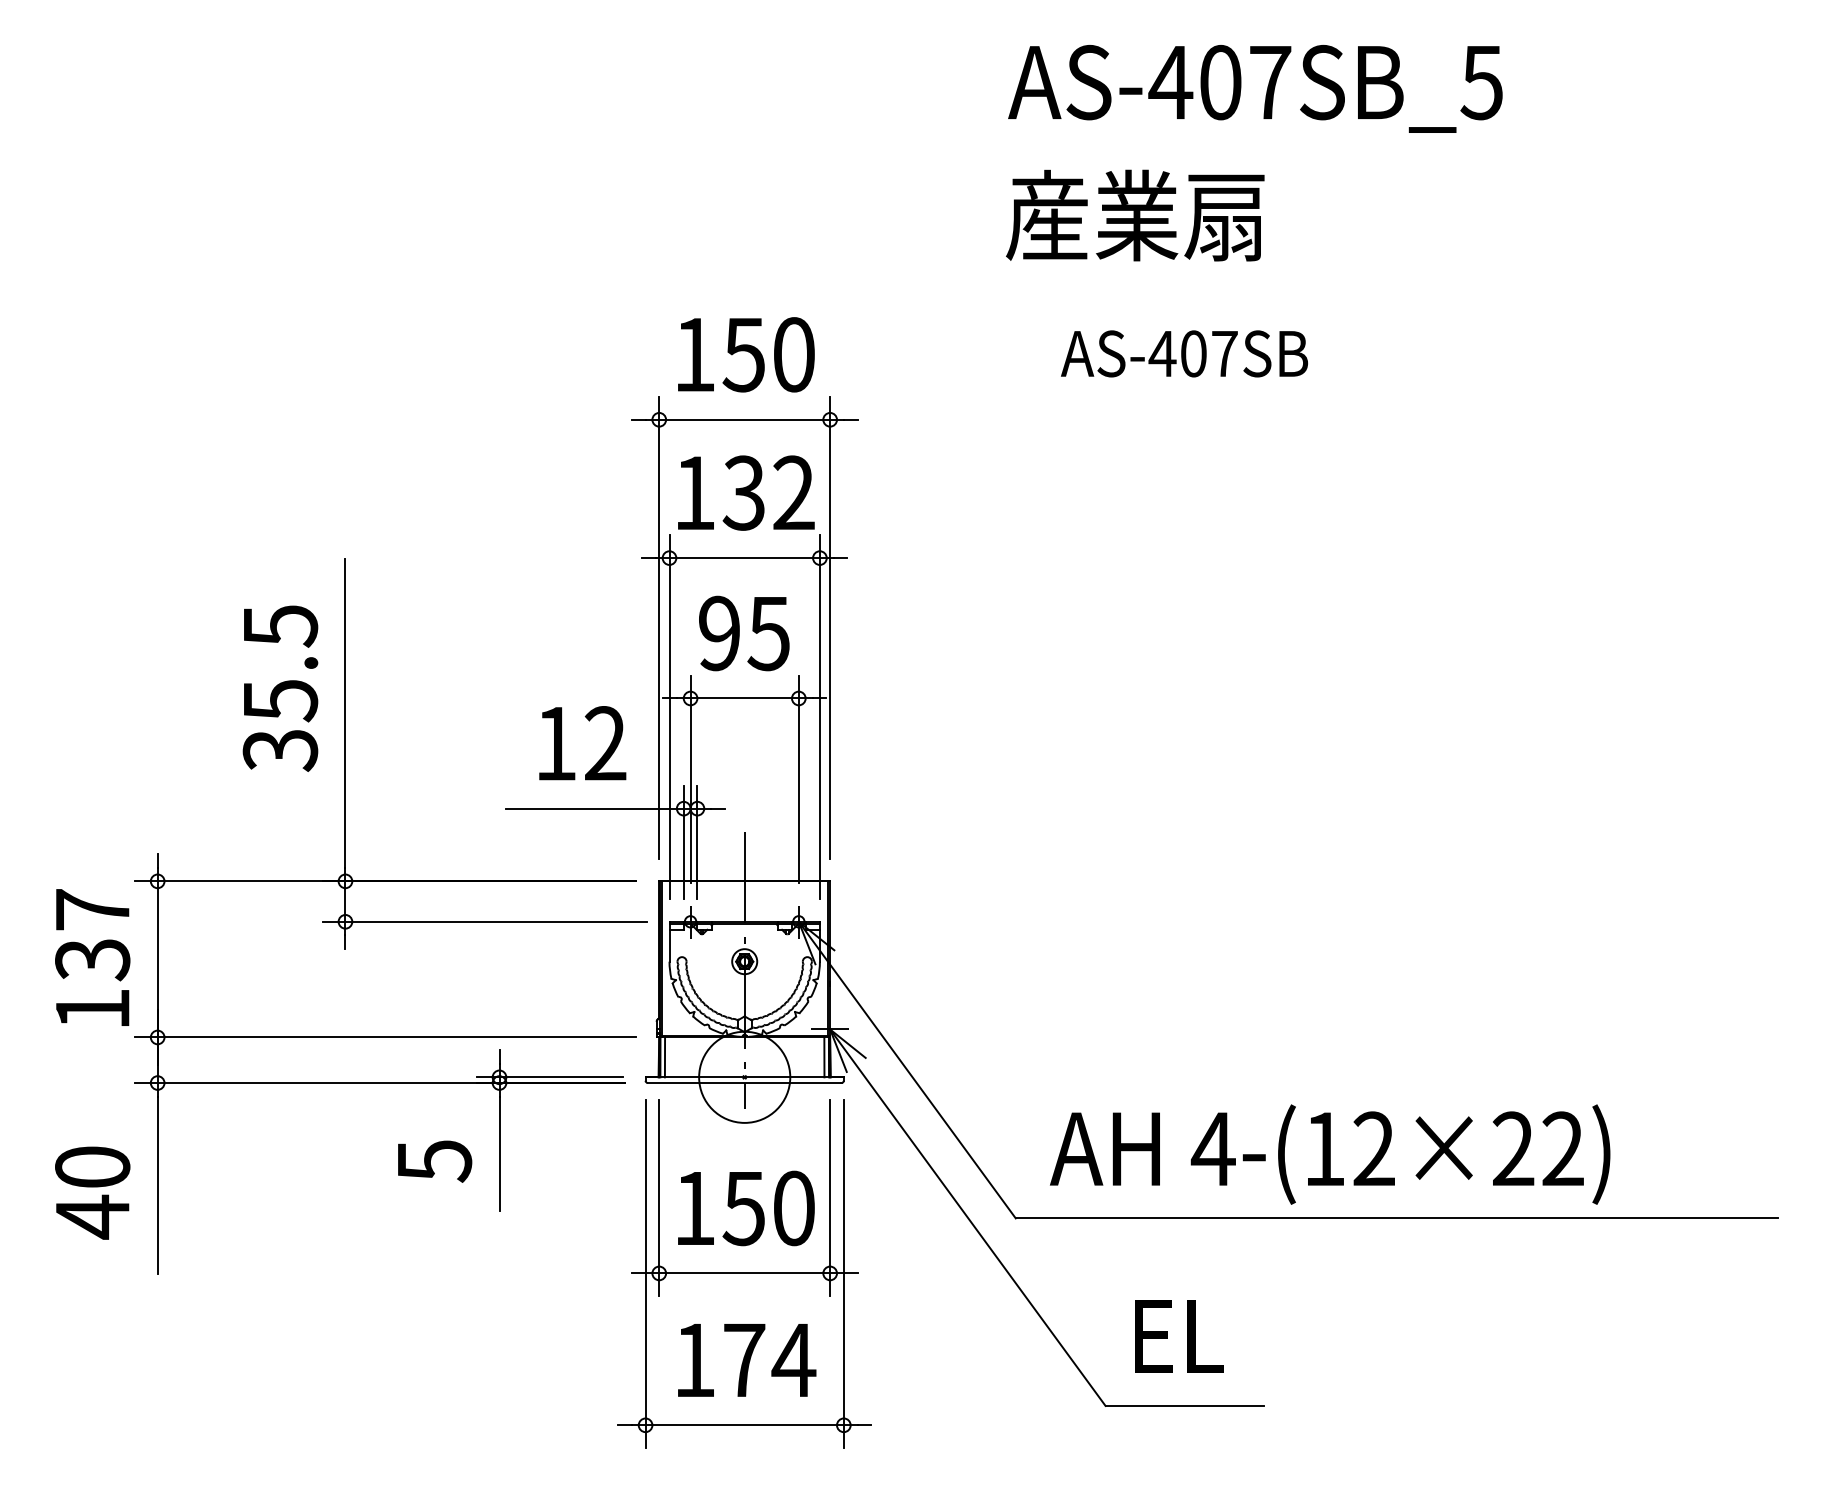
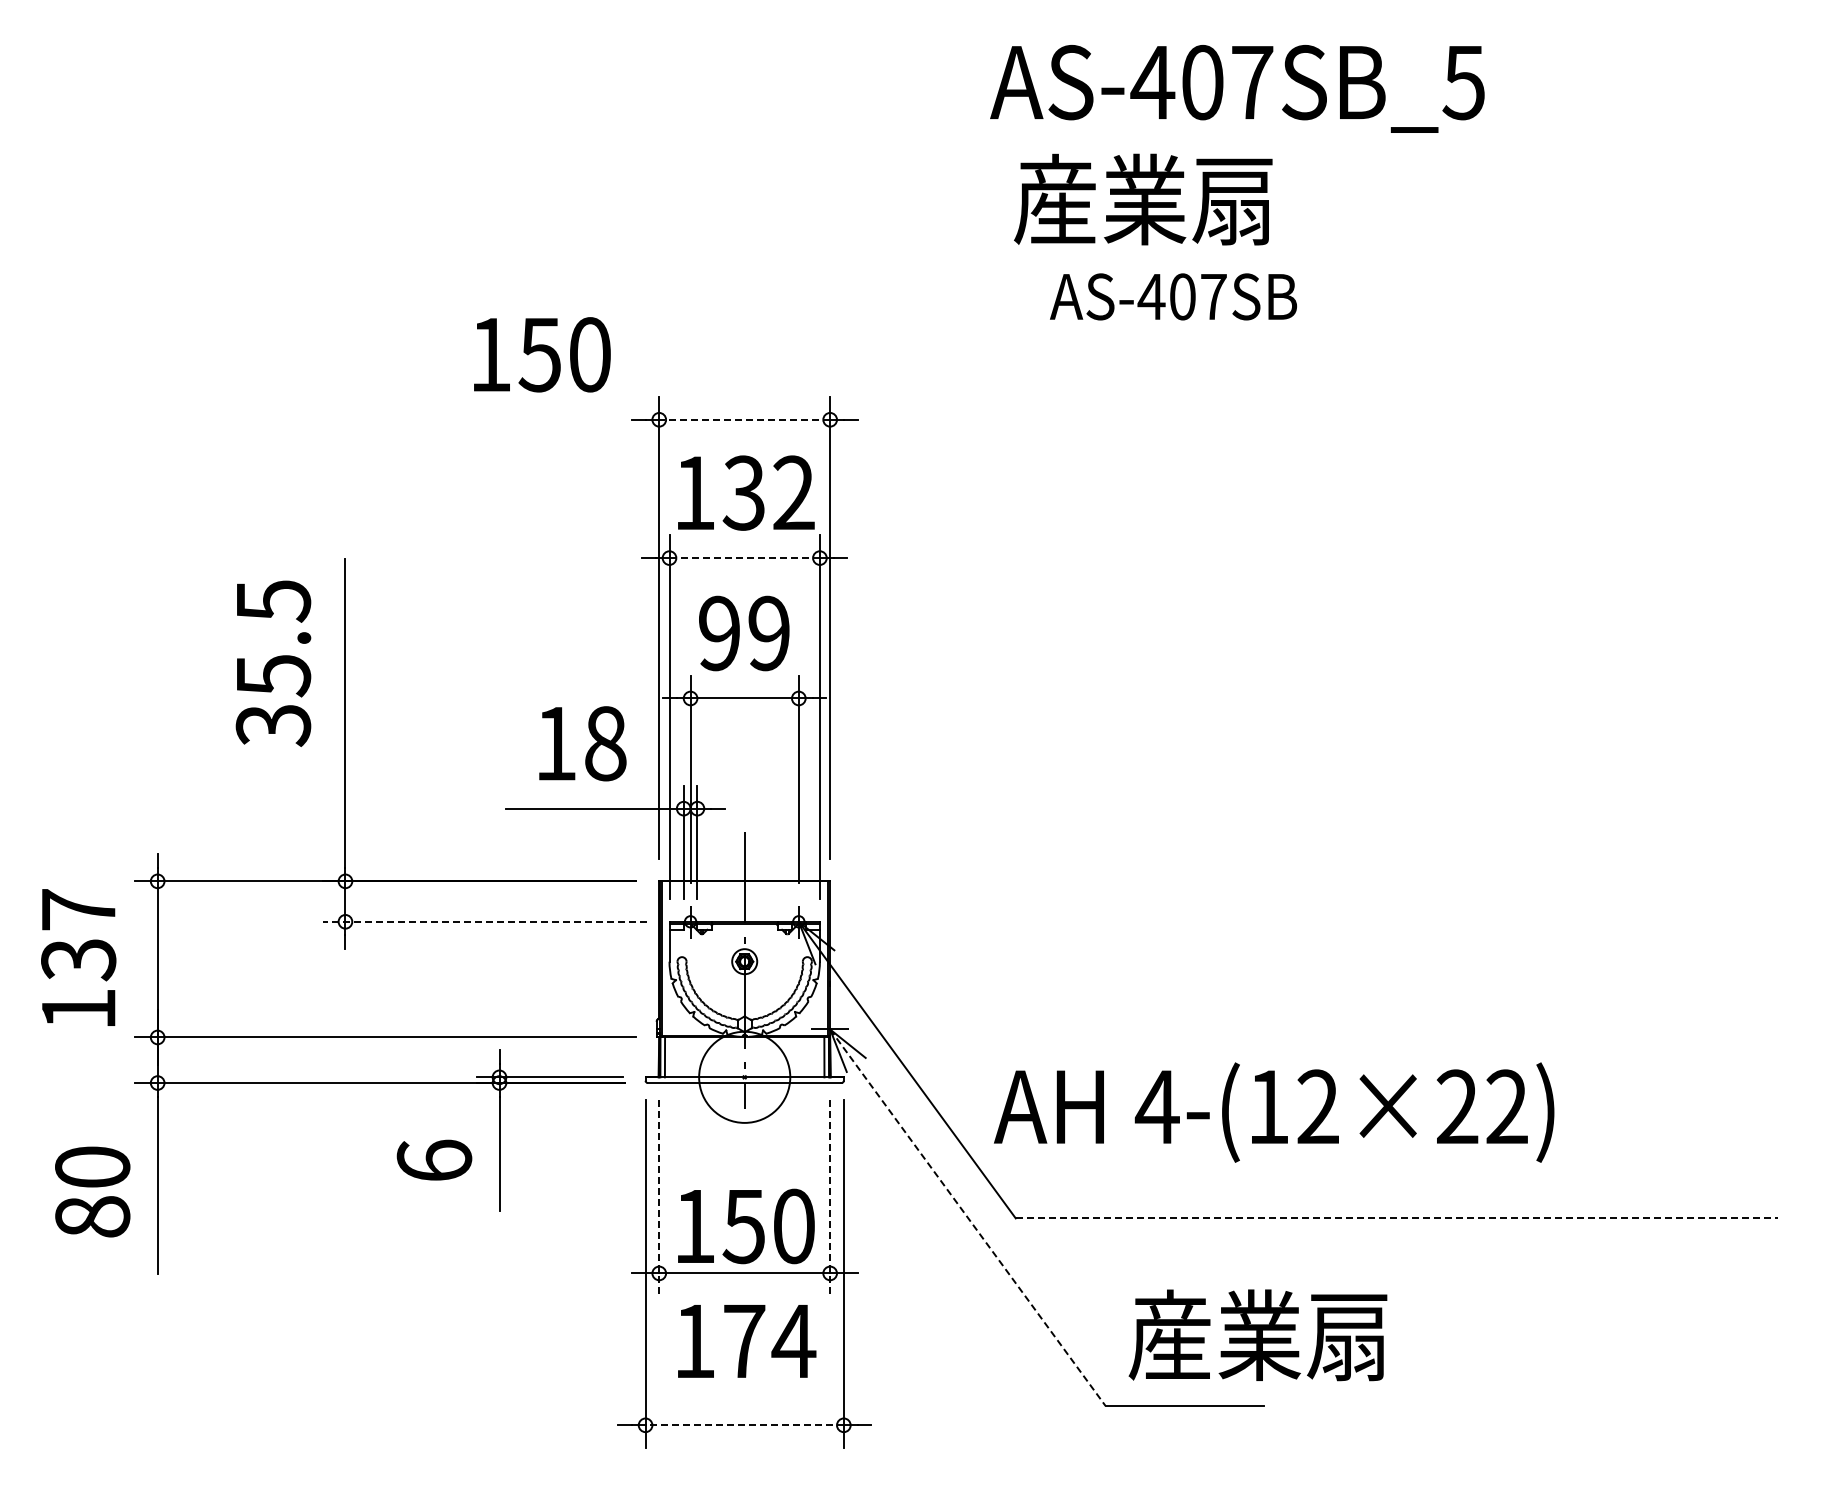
text at (1255, 88) position: (1255, 88) -> (1237, 88)
text at (1135, 215) position: (1135, 215) -> (1143, 199)
text at (1184, 353) position: (1184, 353) -> (1173, 296)
text at (746, 354) position: (746, 354) -> (542, 354)
line at (744, 419): solid -> dashed
line at (744, 558): solid -> dashed
text at (768, 633): 95 -> 99
text at (280, 688) position: (280, 688) -> (273, 663)
text at (605, 743): 12 -> 18
line at (484, 921): solid -> dashed
text at (92, 957) position: (92, 957) -> (78, 957)
text at (1330, 1154) position: (1330, 1154) -> (1274, 1112)
text at (434, 1160): 5 -> 6
line at (659, 1198): solid -> dashed
line at (830, 1198): solid -> dashed
text at (746, 1208) position: (746, 1208) -> (746, 1226)
text at (92, 1216): 40 -> 80
line at (968, 1218): solid -> dashed
line at (1397, 1218): solid -> dashed
text at (1257, 1335): EL -> 産業扇
text at (747, 1360) position: (747, 1360) -> (747, 1341)
line at (744, 1425): solid -> dashed
